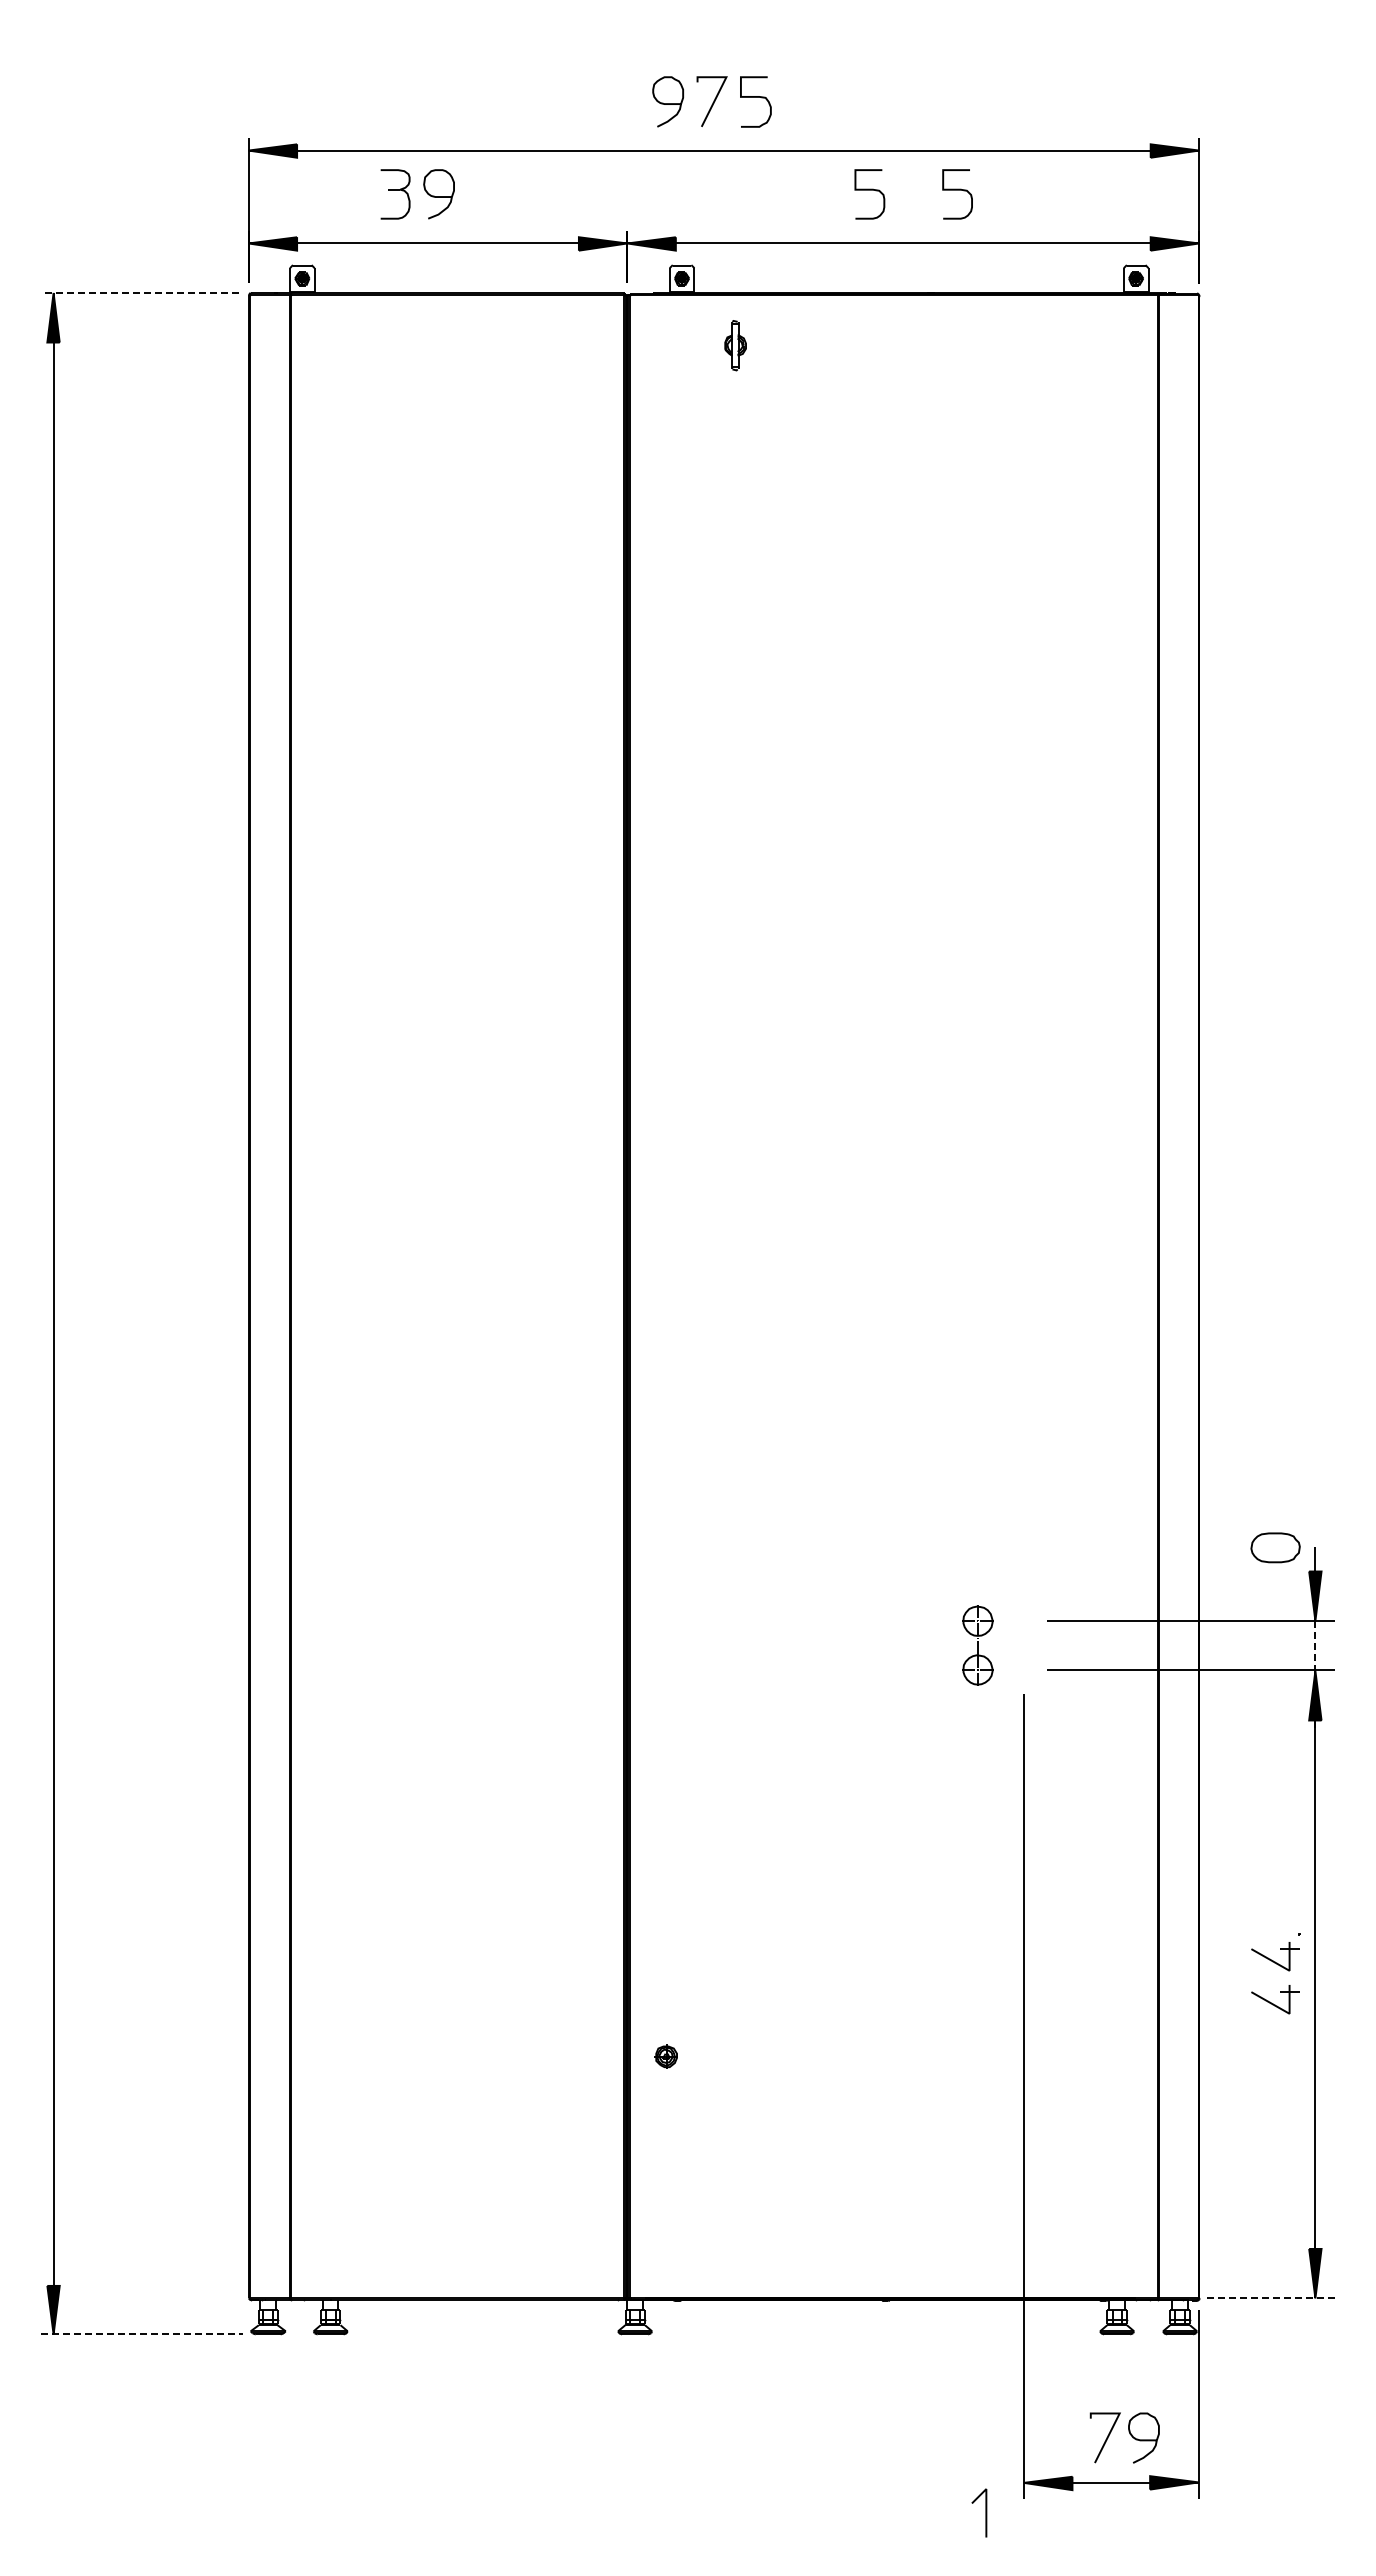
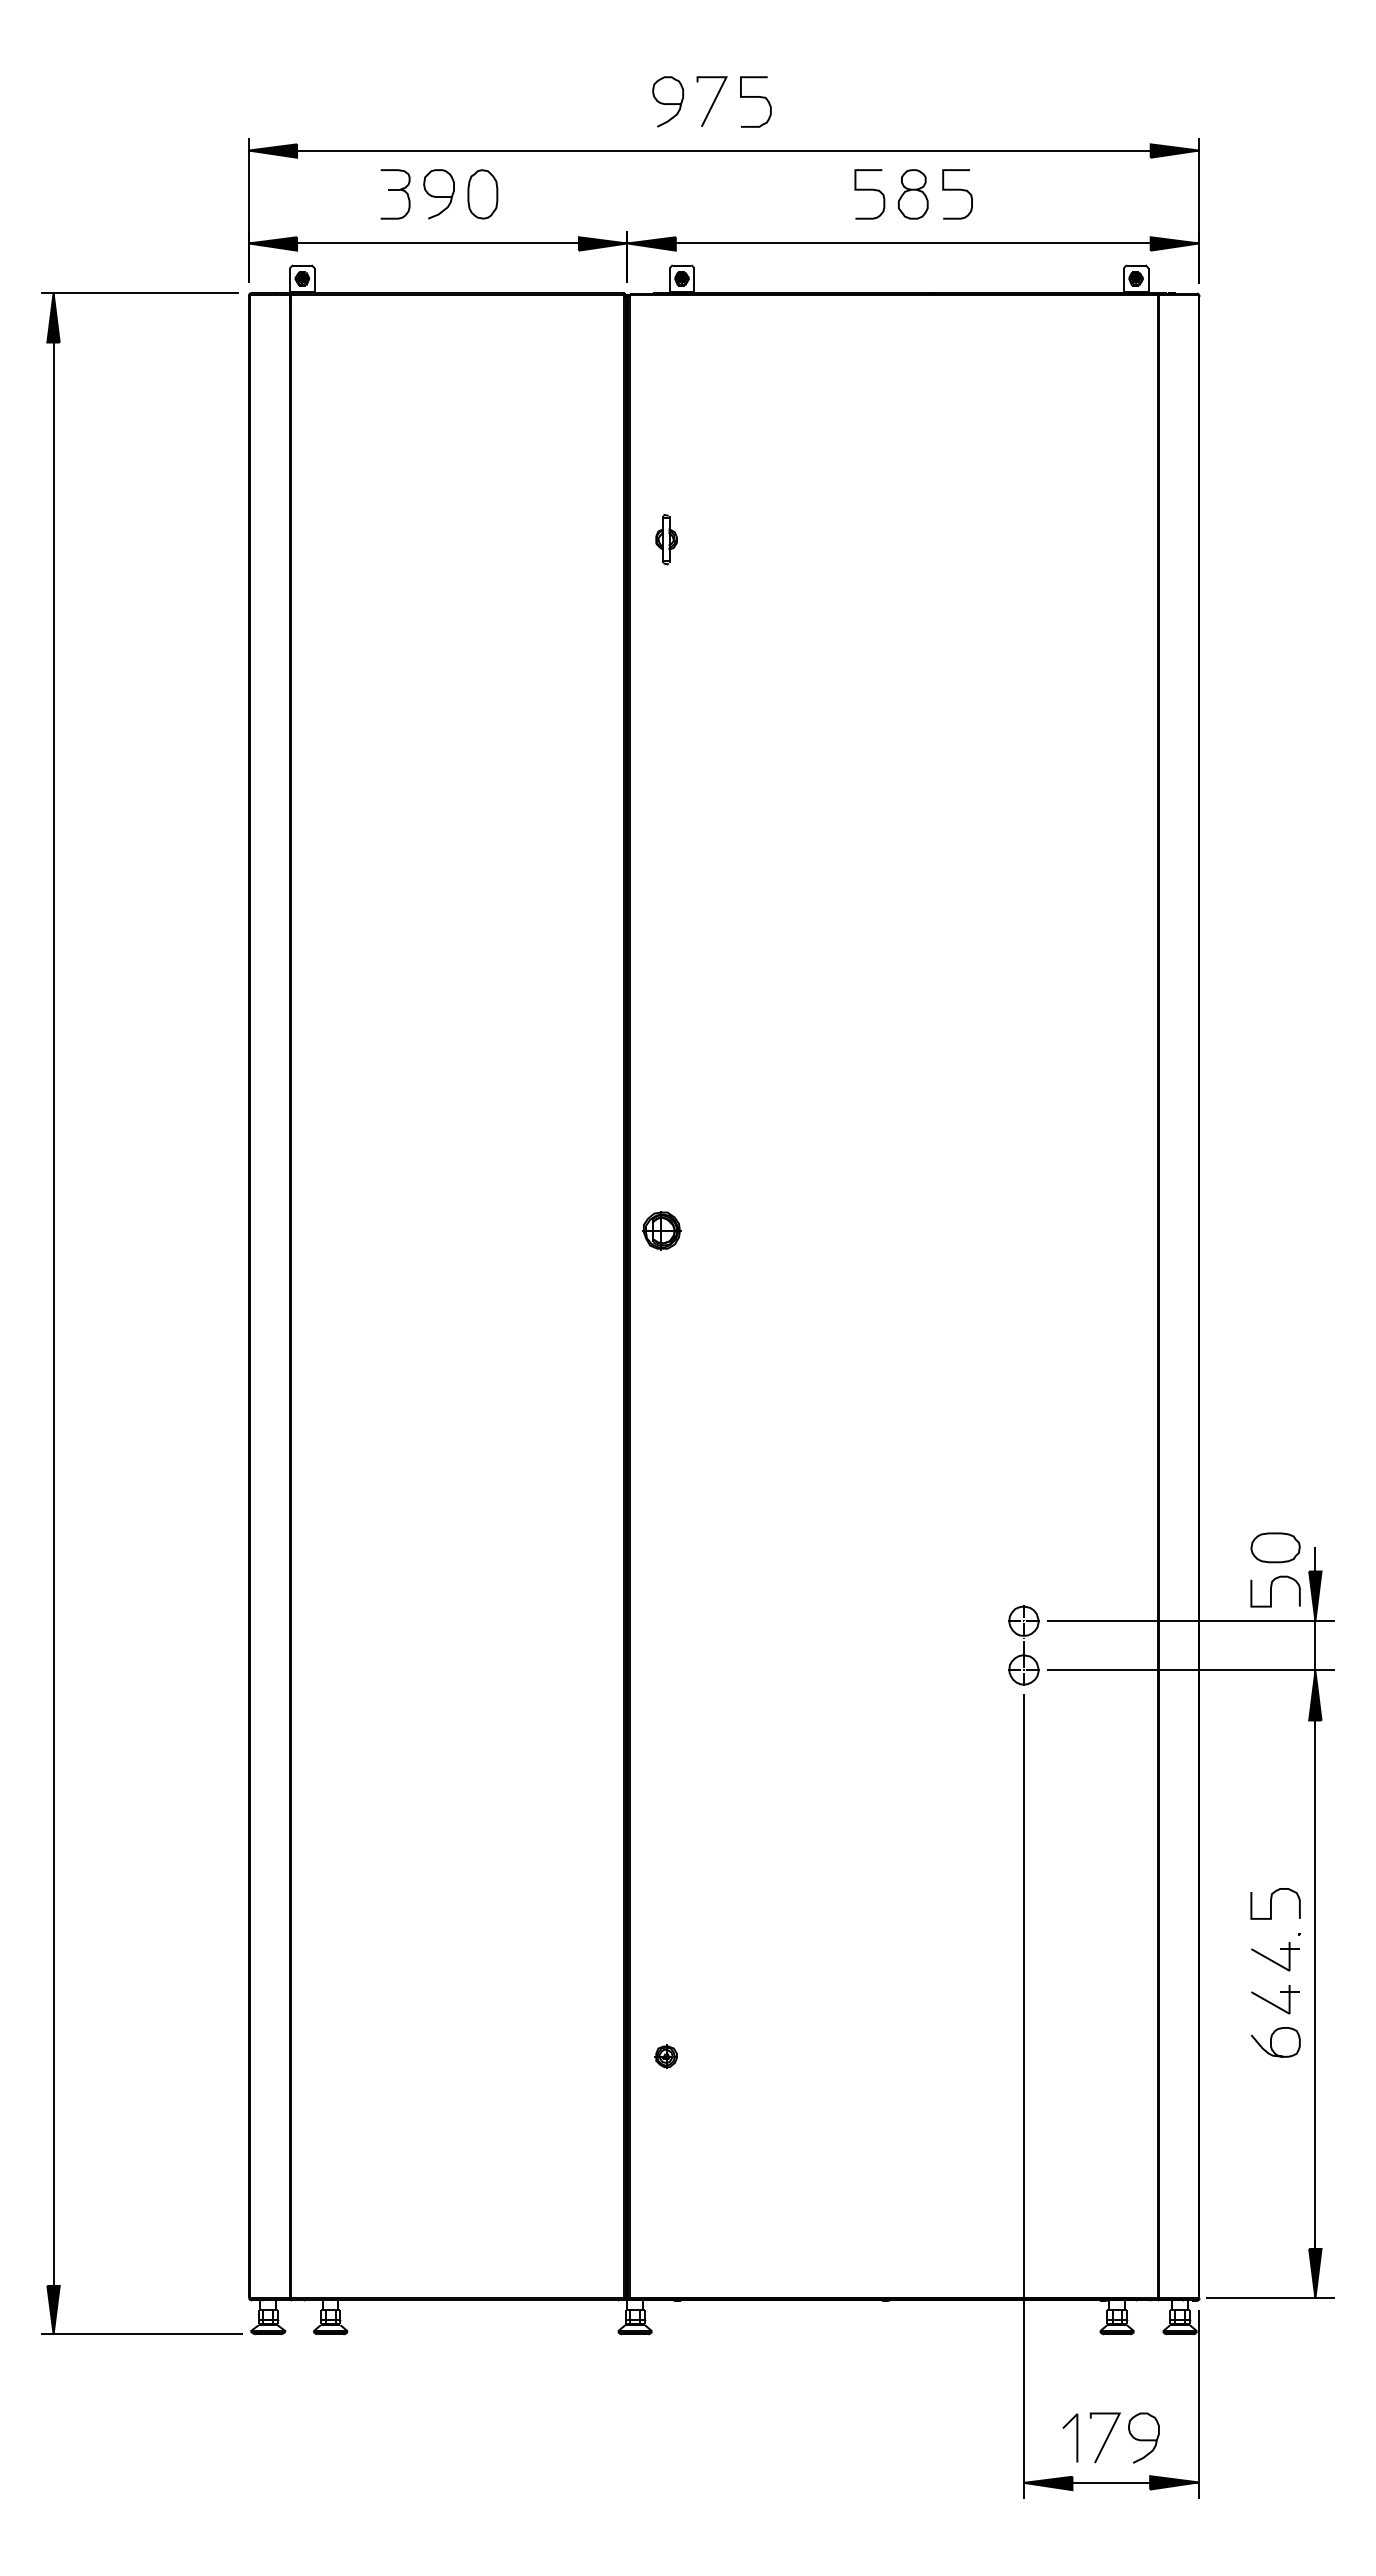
part at (482, 194): none -> present
part at (913, 194): none -> present
line at (139, 293): dashed -> solid
part at (735, 345) position: (735, 345) -> (666, 539)
part at (661, 1230): none -> present
curve at (1271, 1591): none -> present
part at (977, 1645) position: (977, 1645) -> (1023, 1645)
line at (1315, 1645): dashed -> solid
curve at (1271, 1903): none -> present
curve at (1271, 2042): none -> present
line at (1270, 2298): dashed -> solid
line at (142, 2334): dashed -> solid
line at (985, 2512) position: (985, 2512) -> (1076, 2437)
